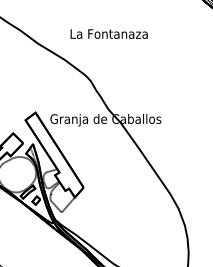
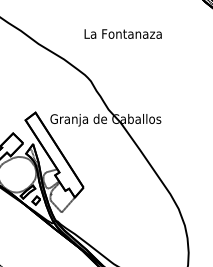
text at (108, 33) position: (108, 33) -> (122, 33)
